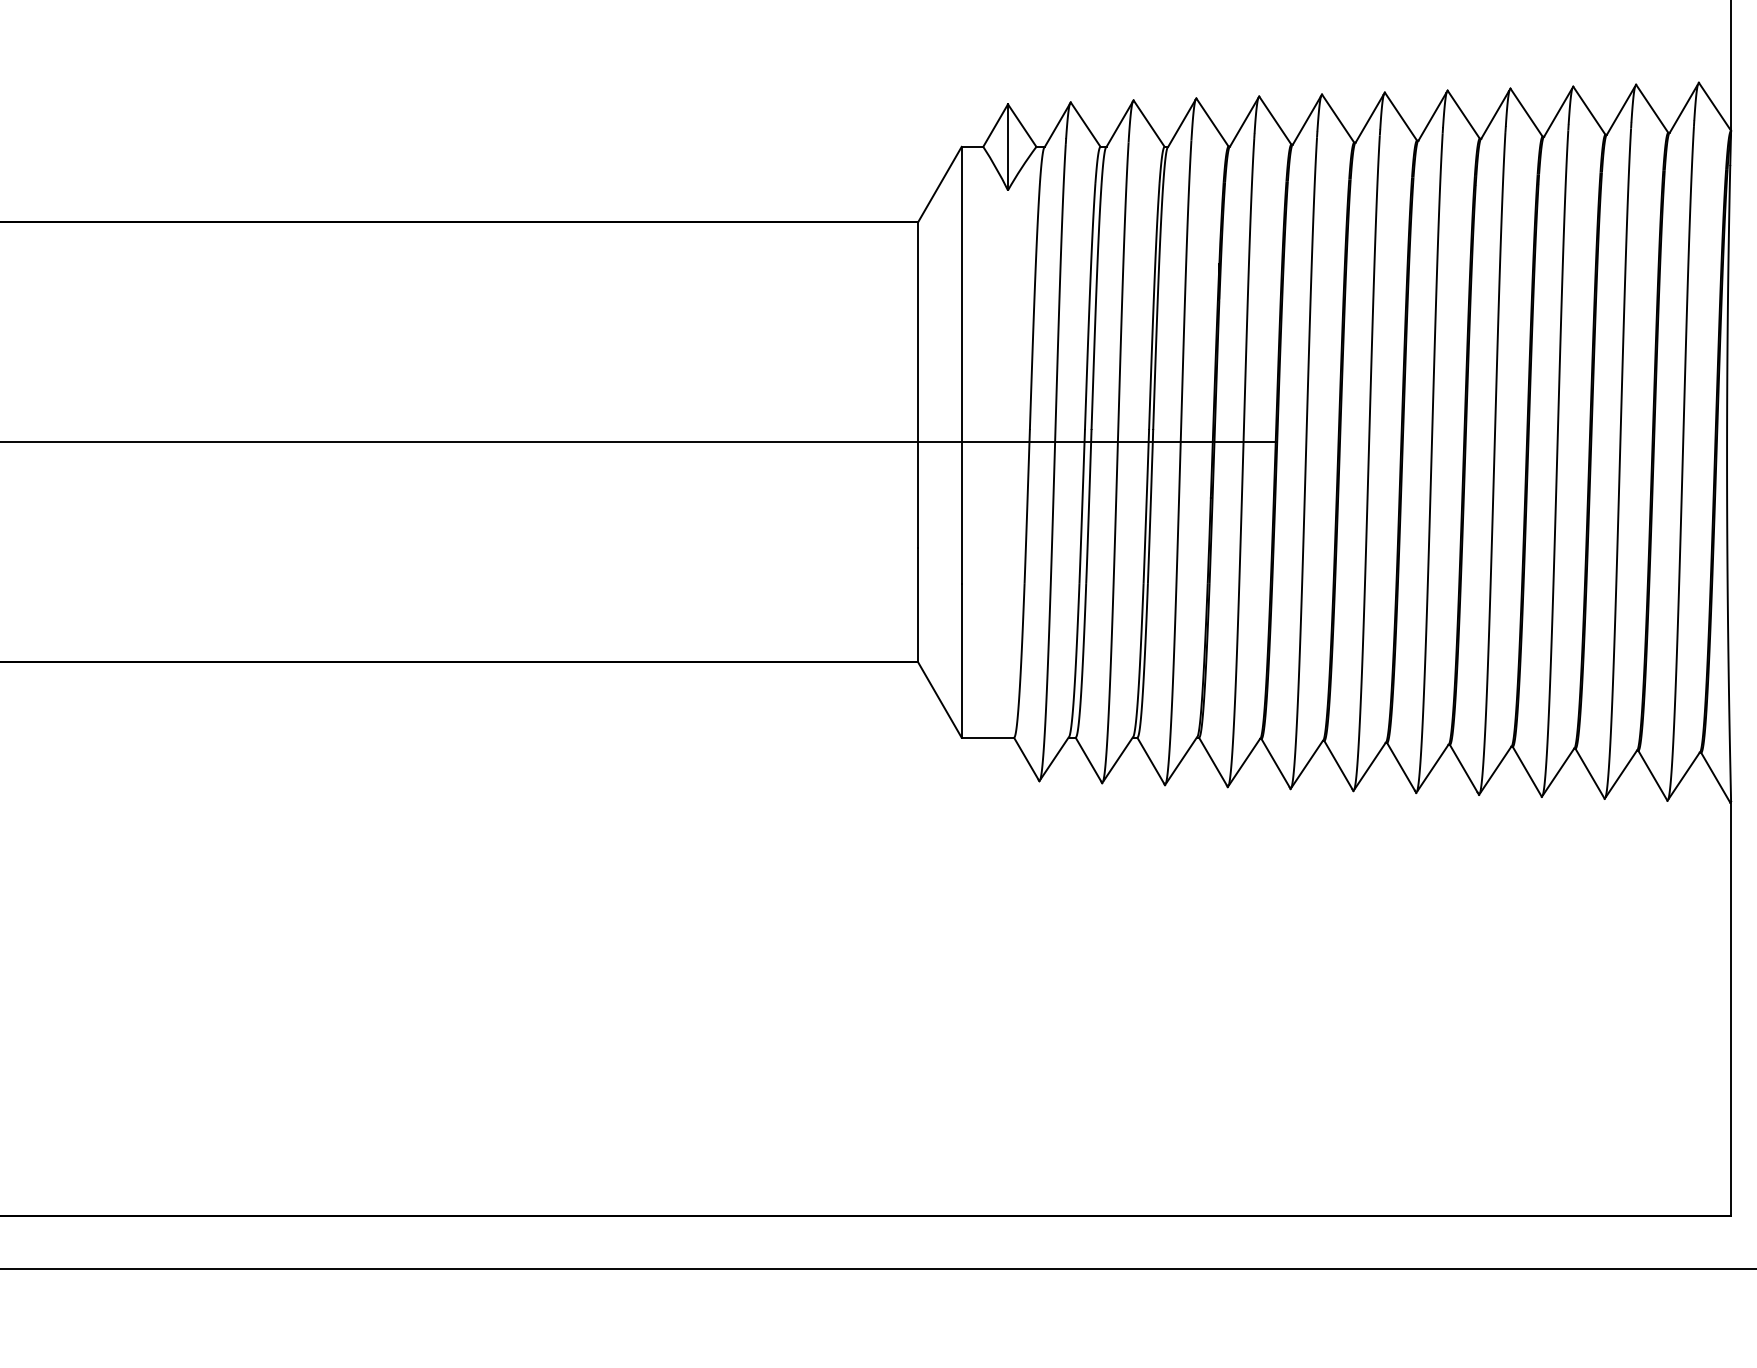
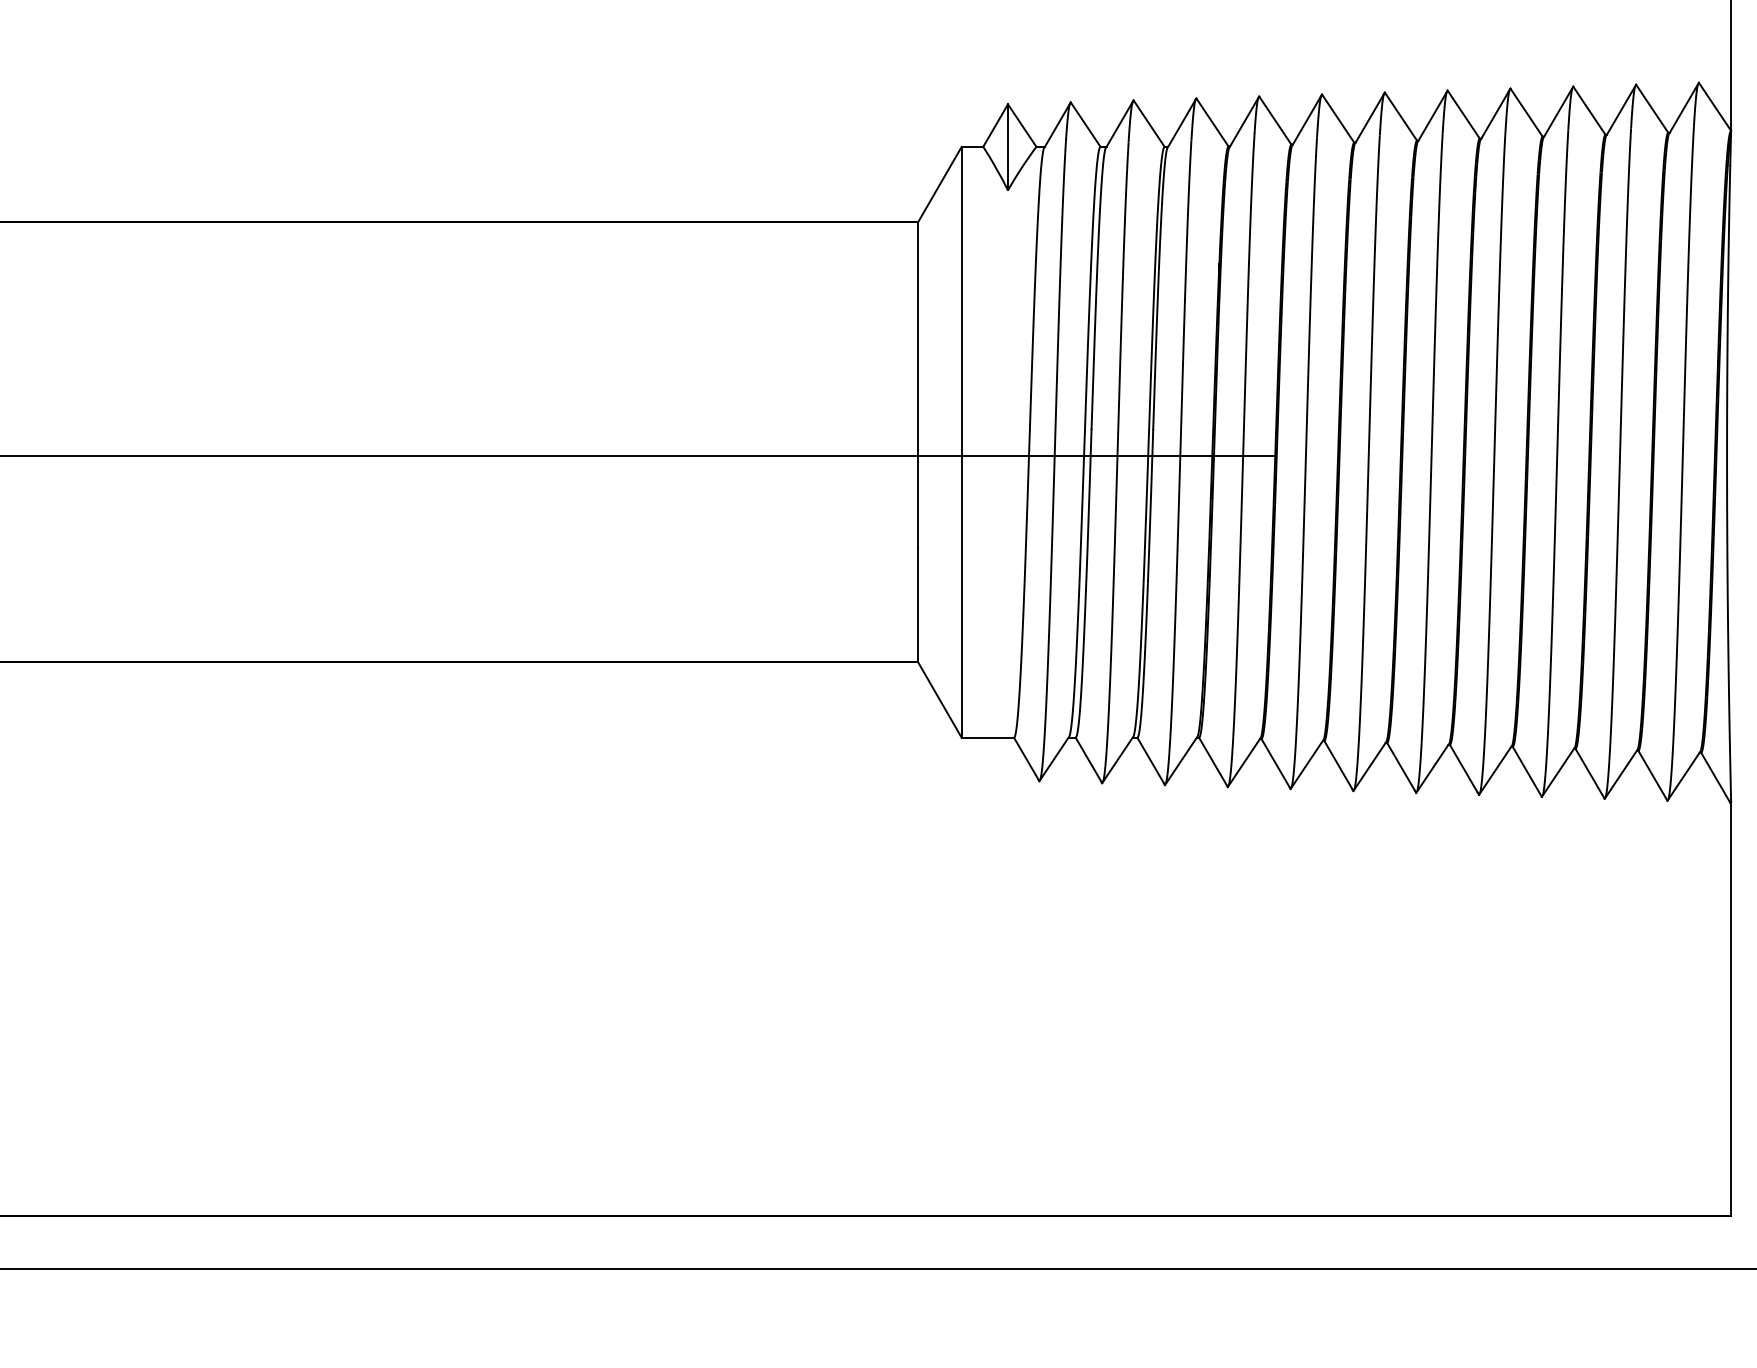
line at (639, 442) position: (639, 442) -> (639, 456)
